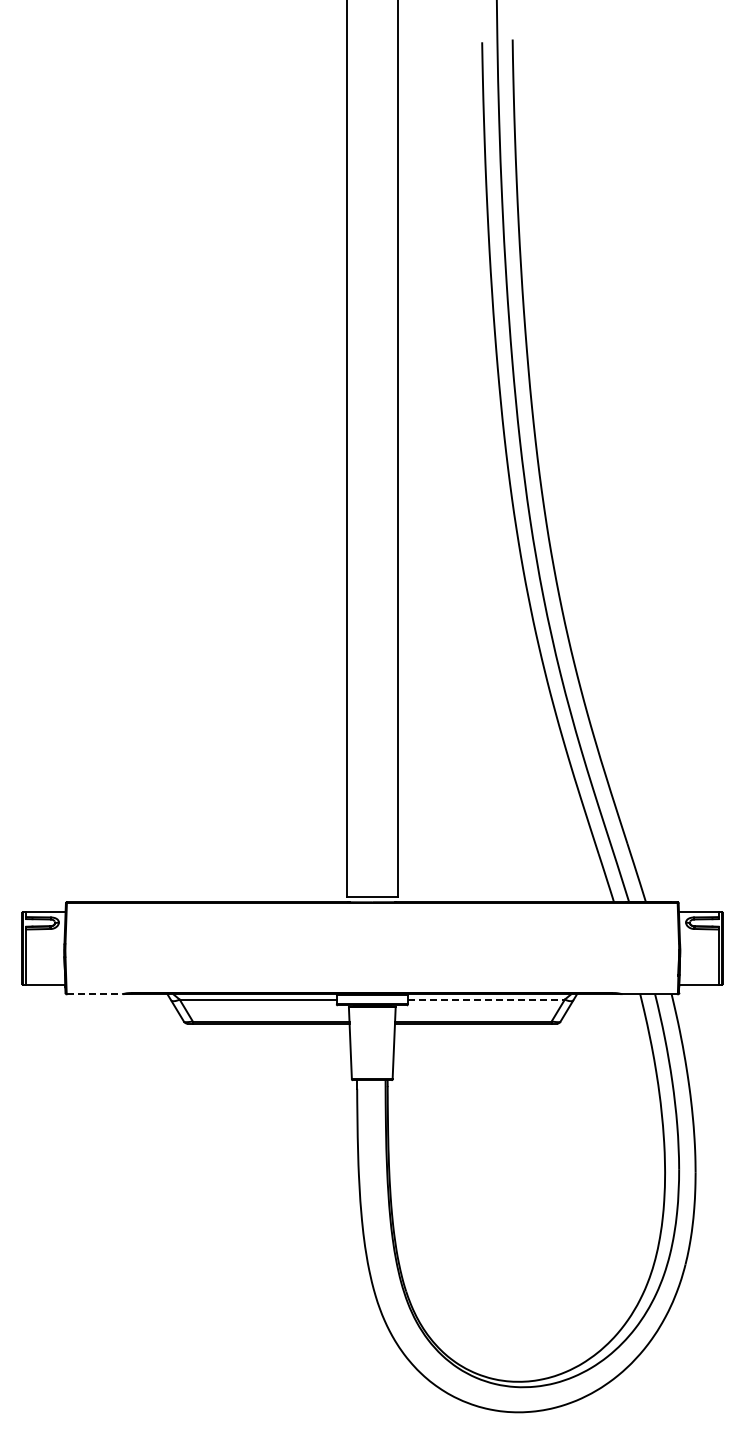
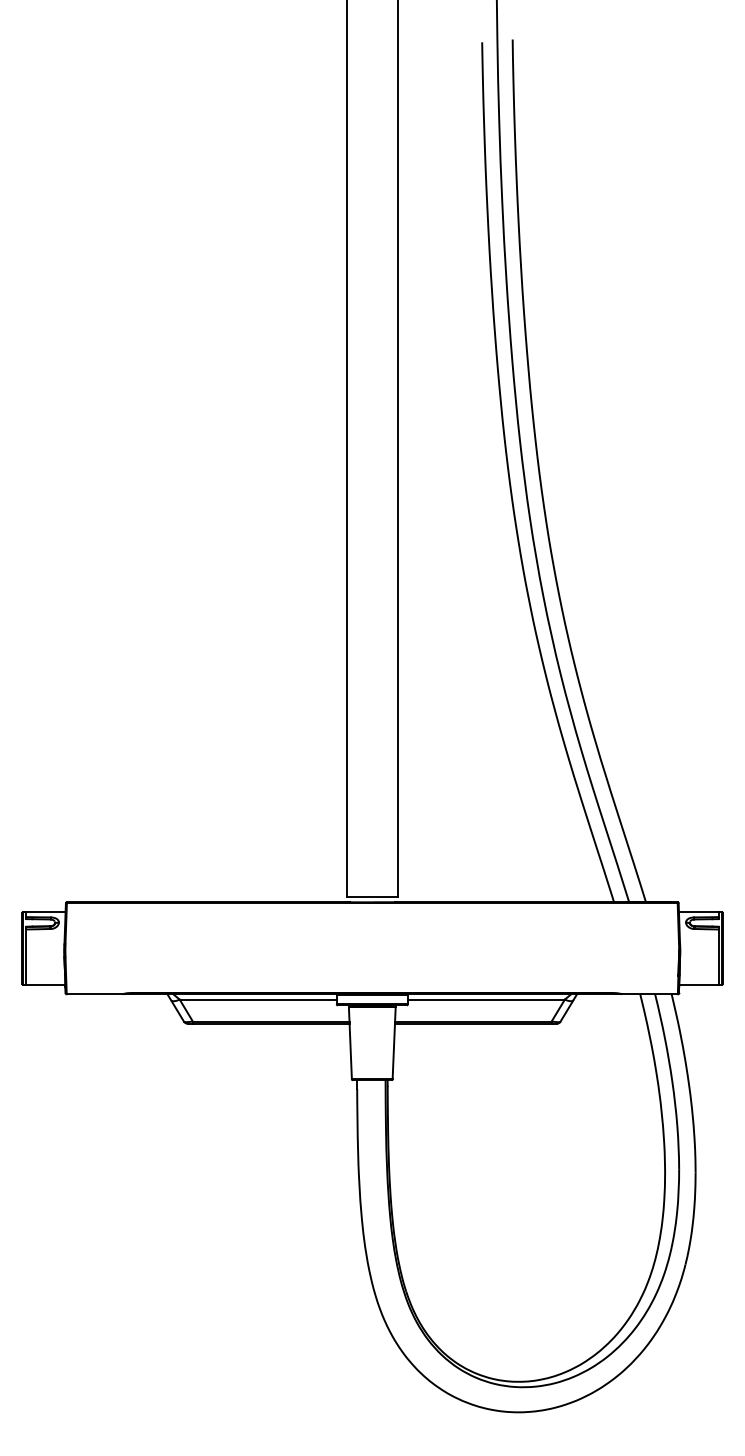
line at (94, 994): dashed -> solid
line at (486, 999): dashed -> solid
